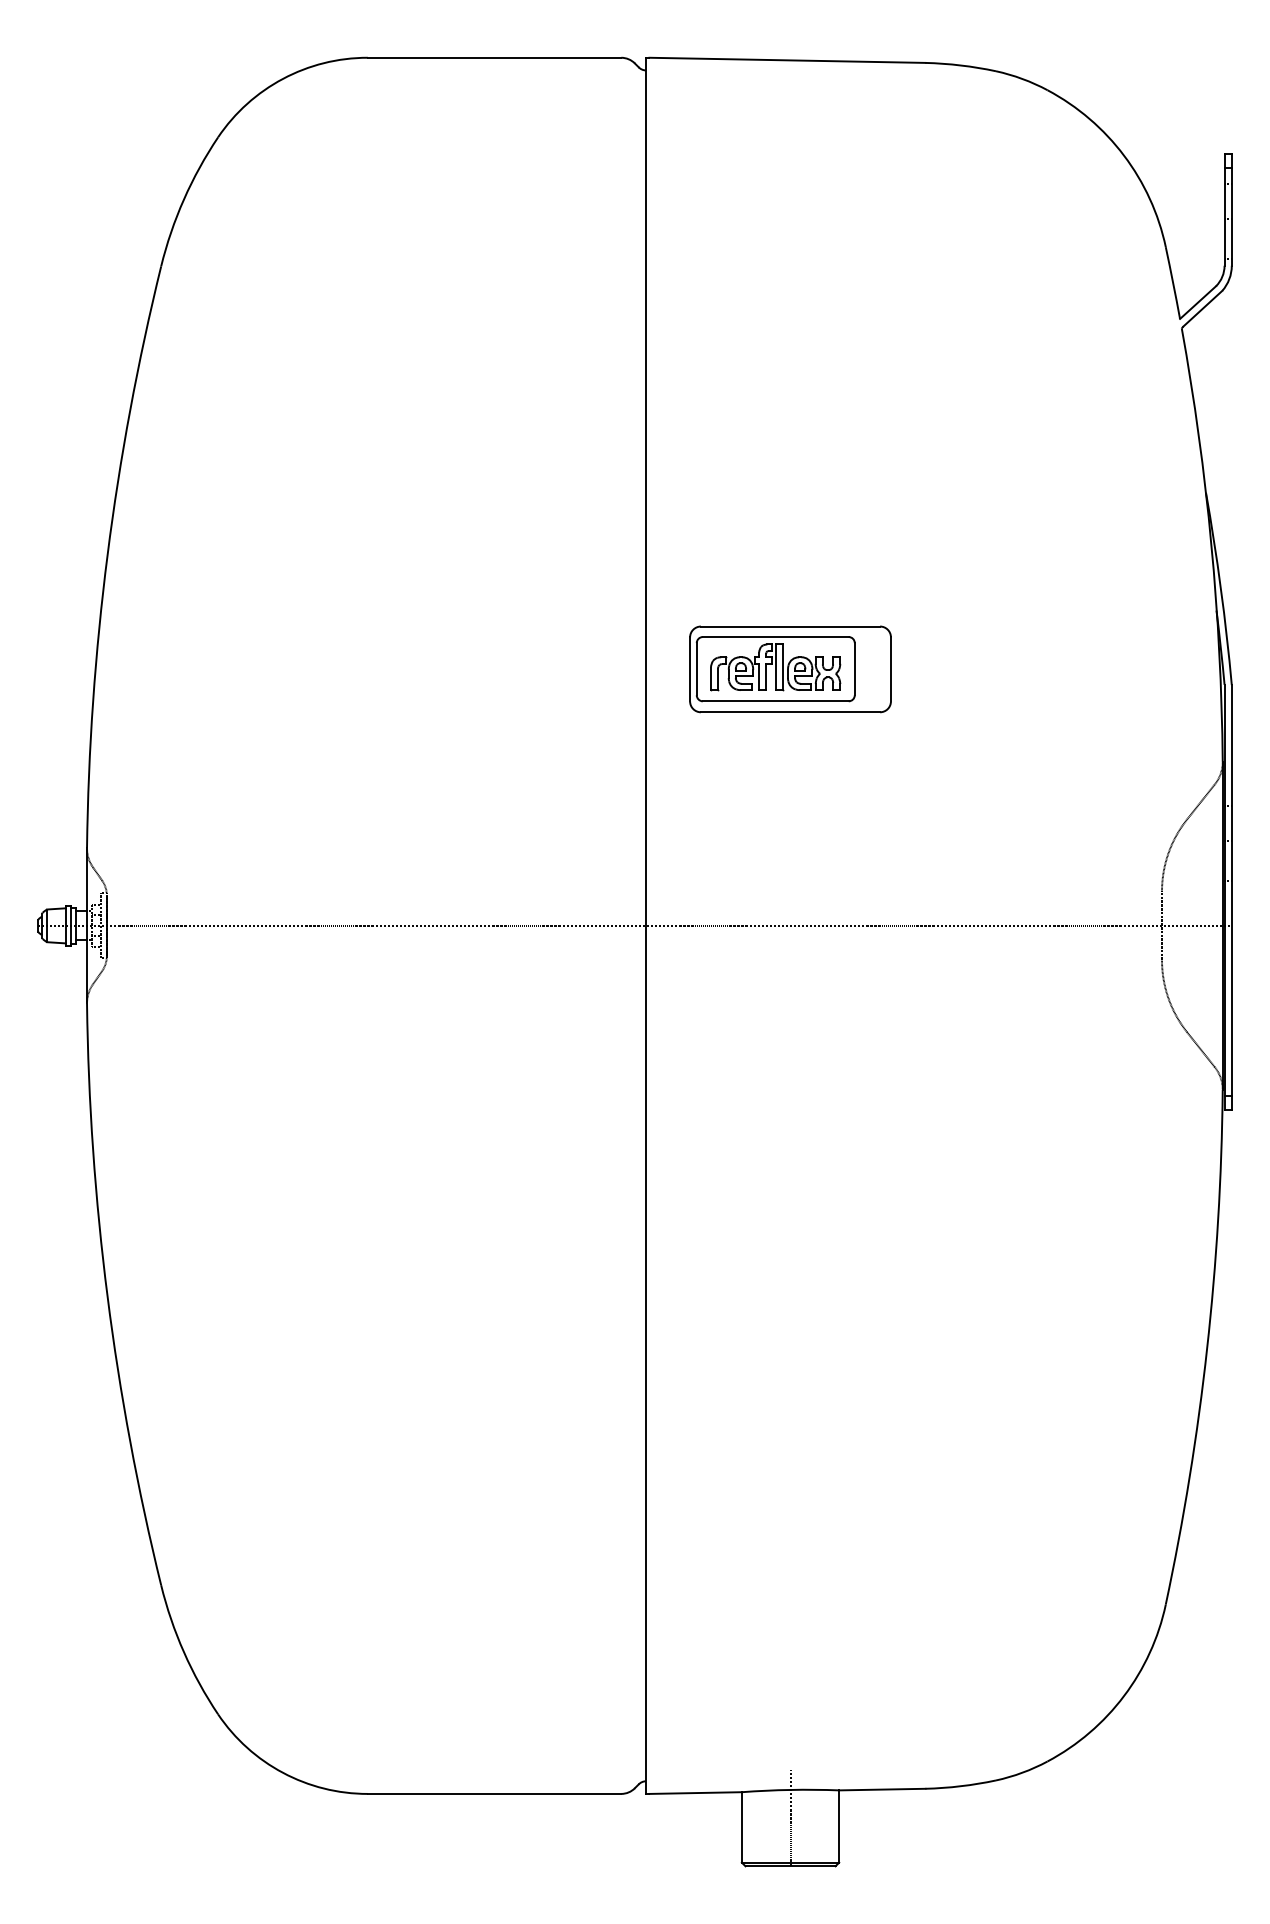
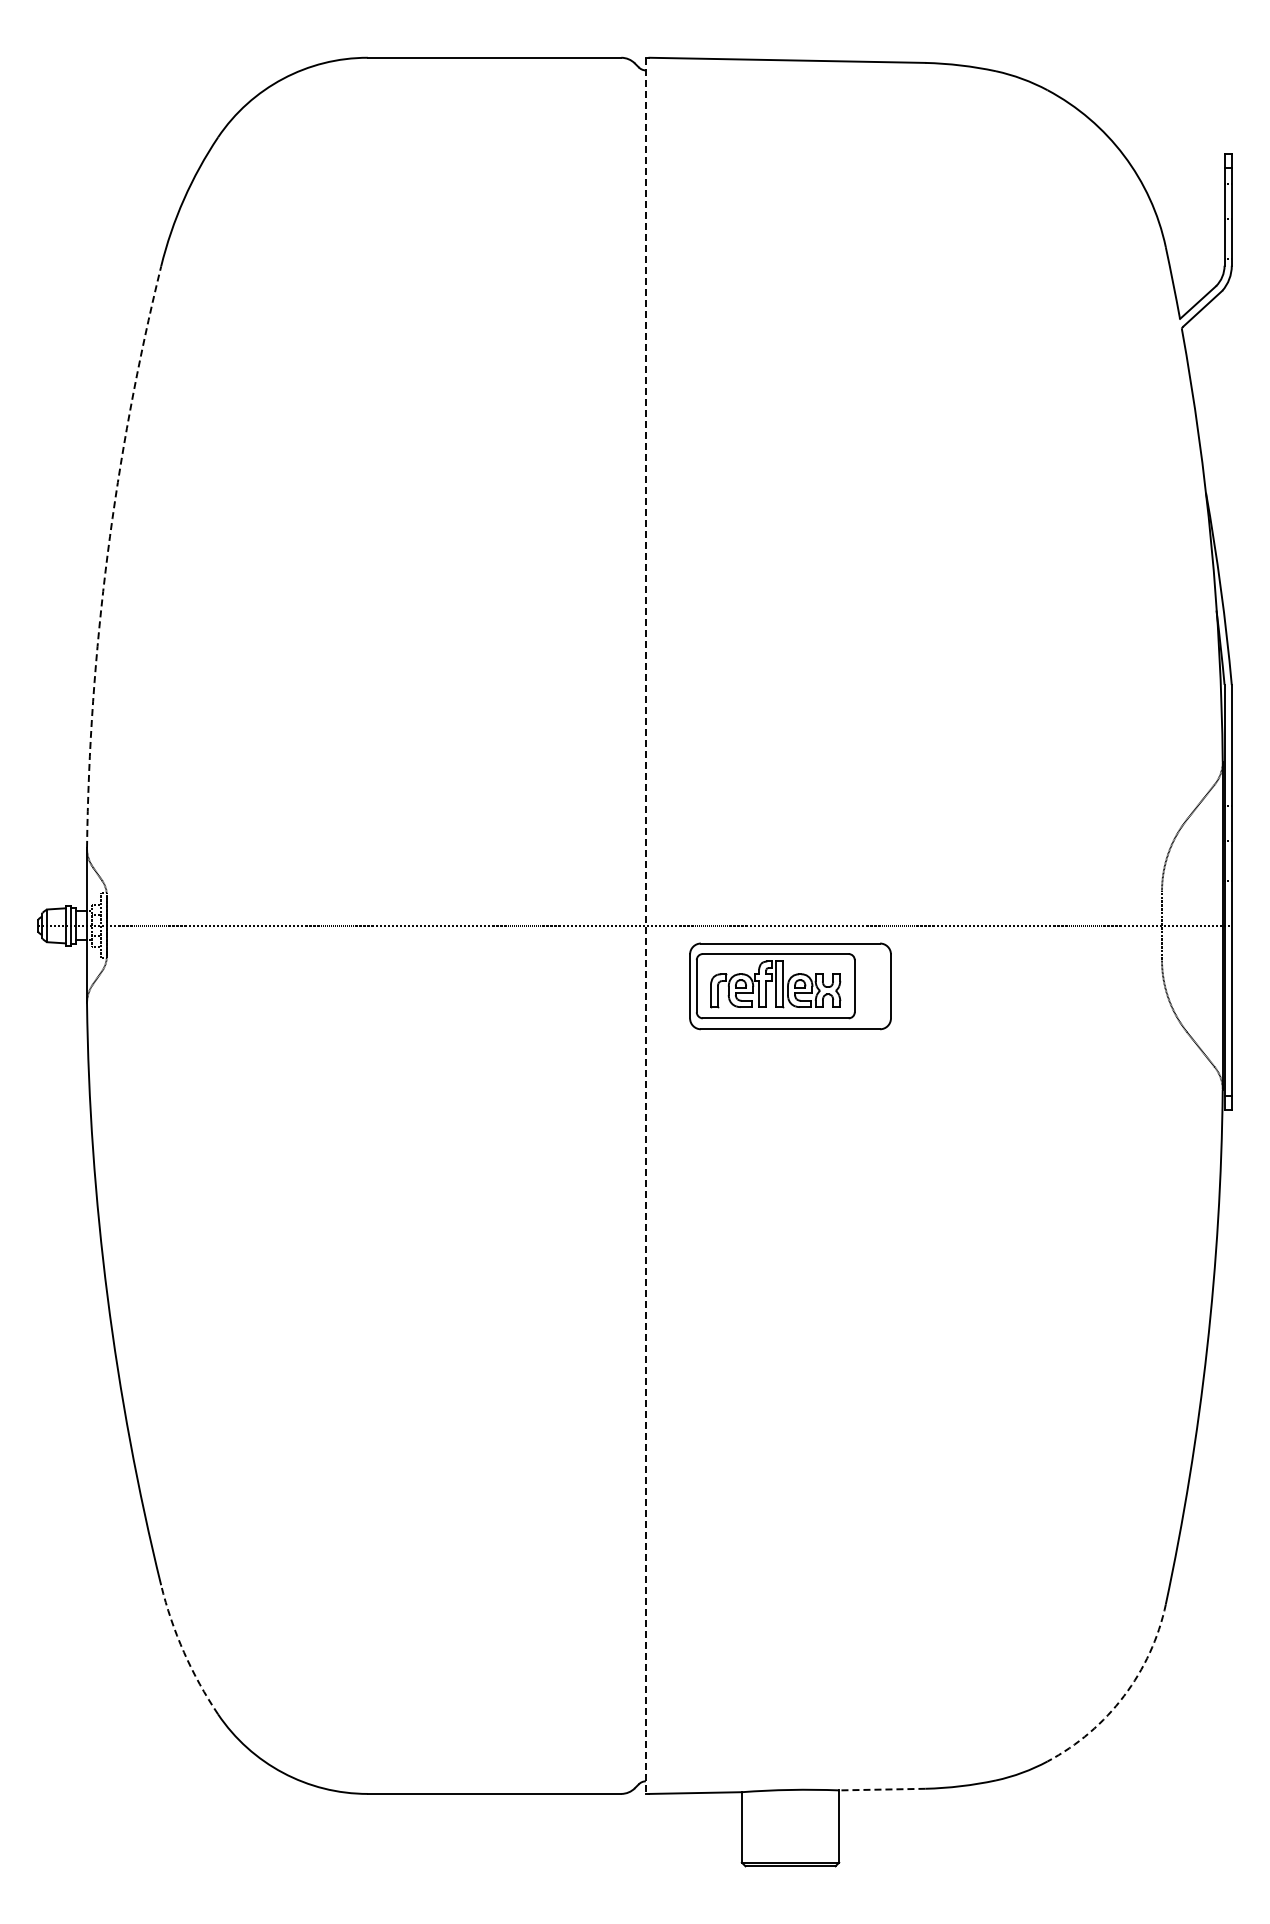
arc at (107, 555): solid -> dashed
part at (790, 669) position: (790, 669) -> (790, 986)
line at (645, 926): solid -> dashed
arc at (183, 1652): solid -> dashed
arc at (1124, 1696): solid -> dashed
line at (881, 1789): solid -> dashed
line at (790, 1818): present -> none
